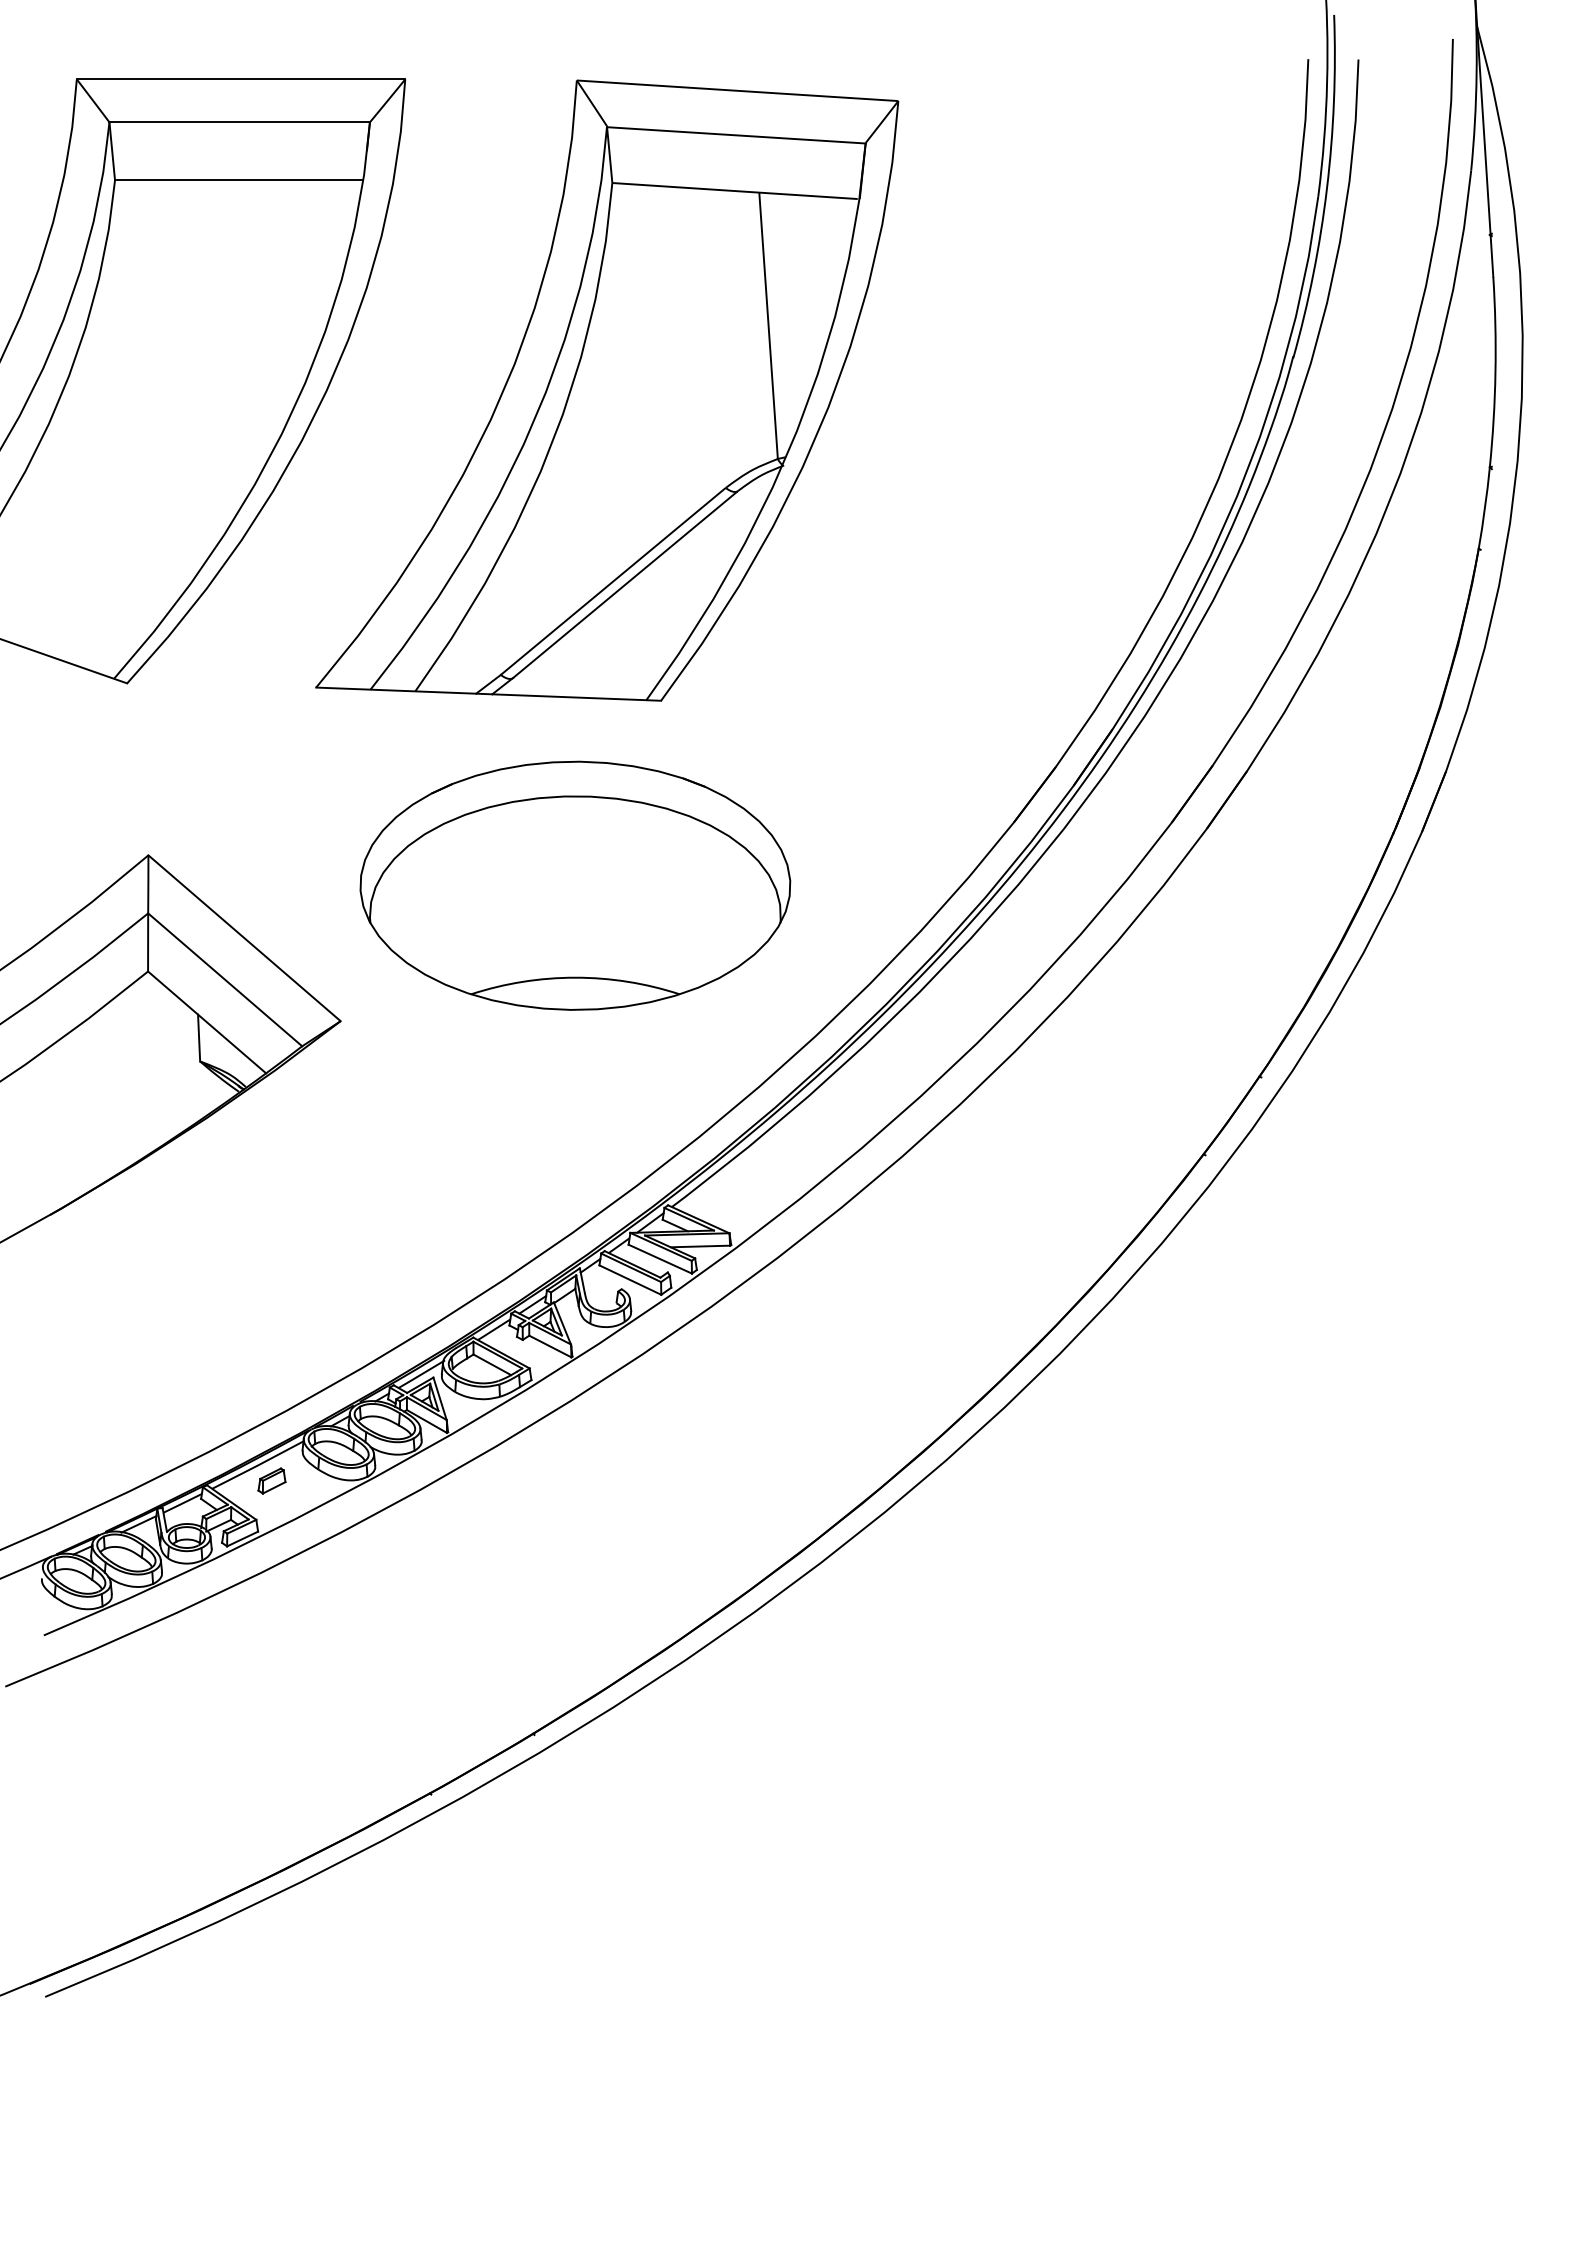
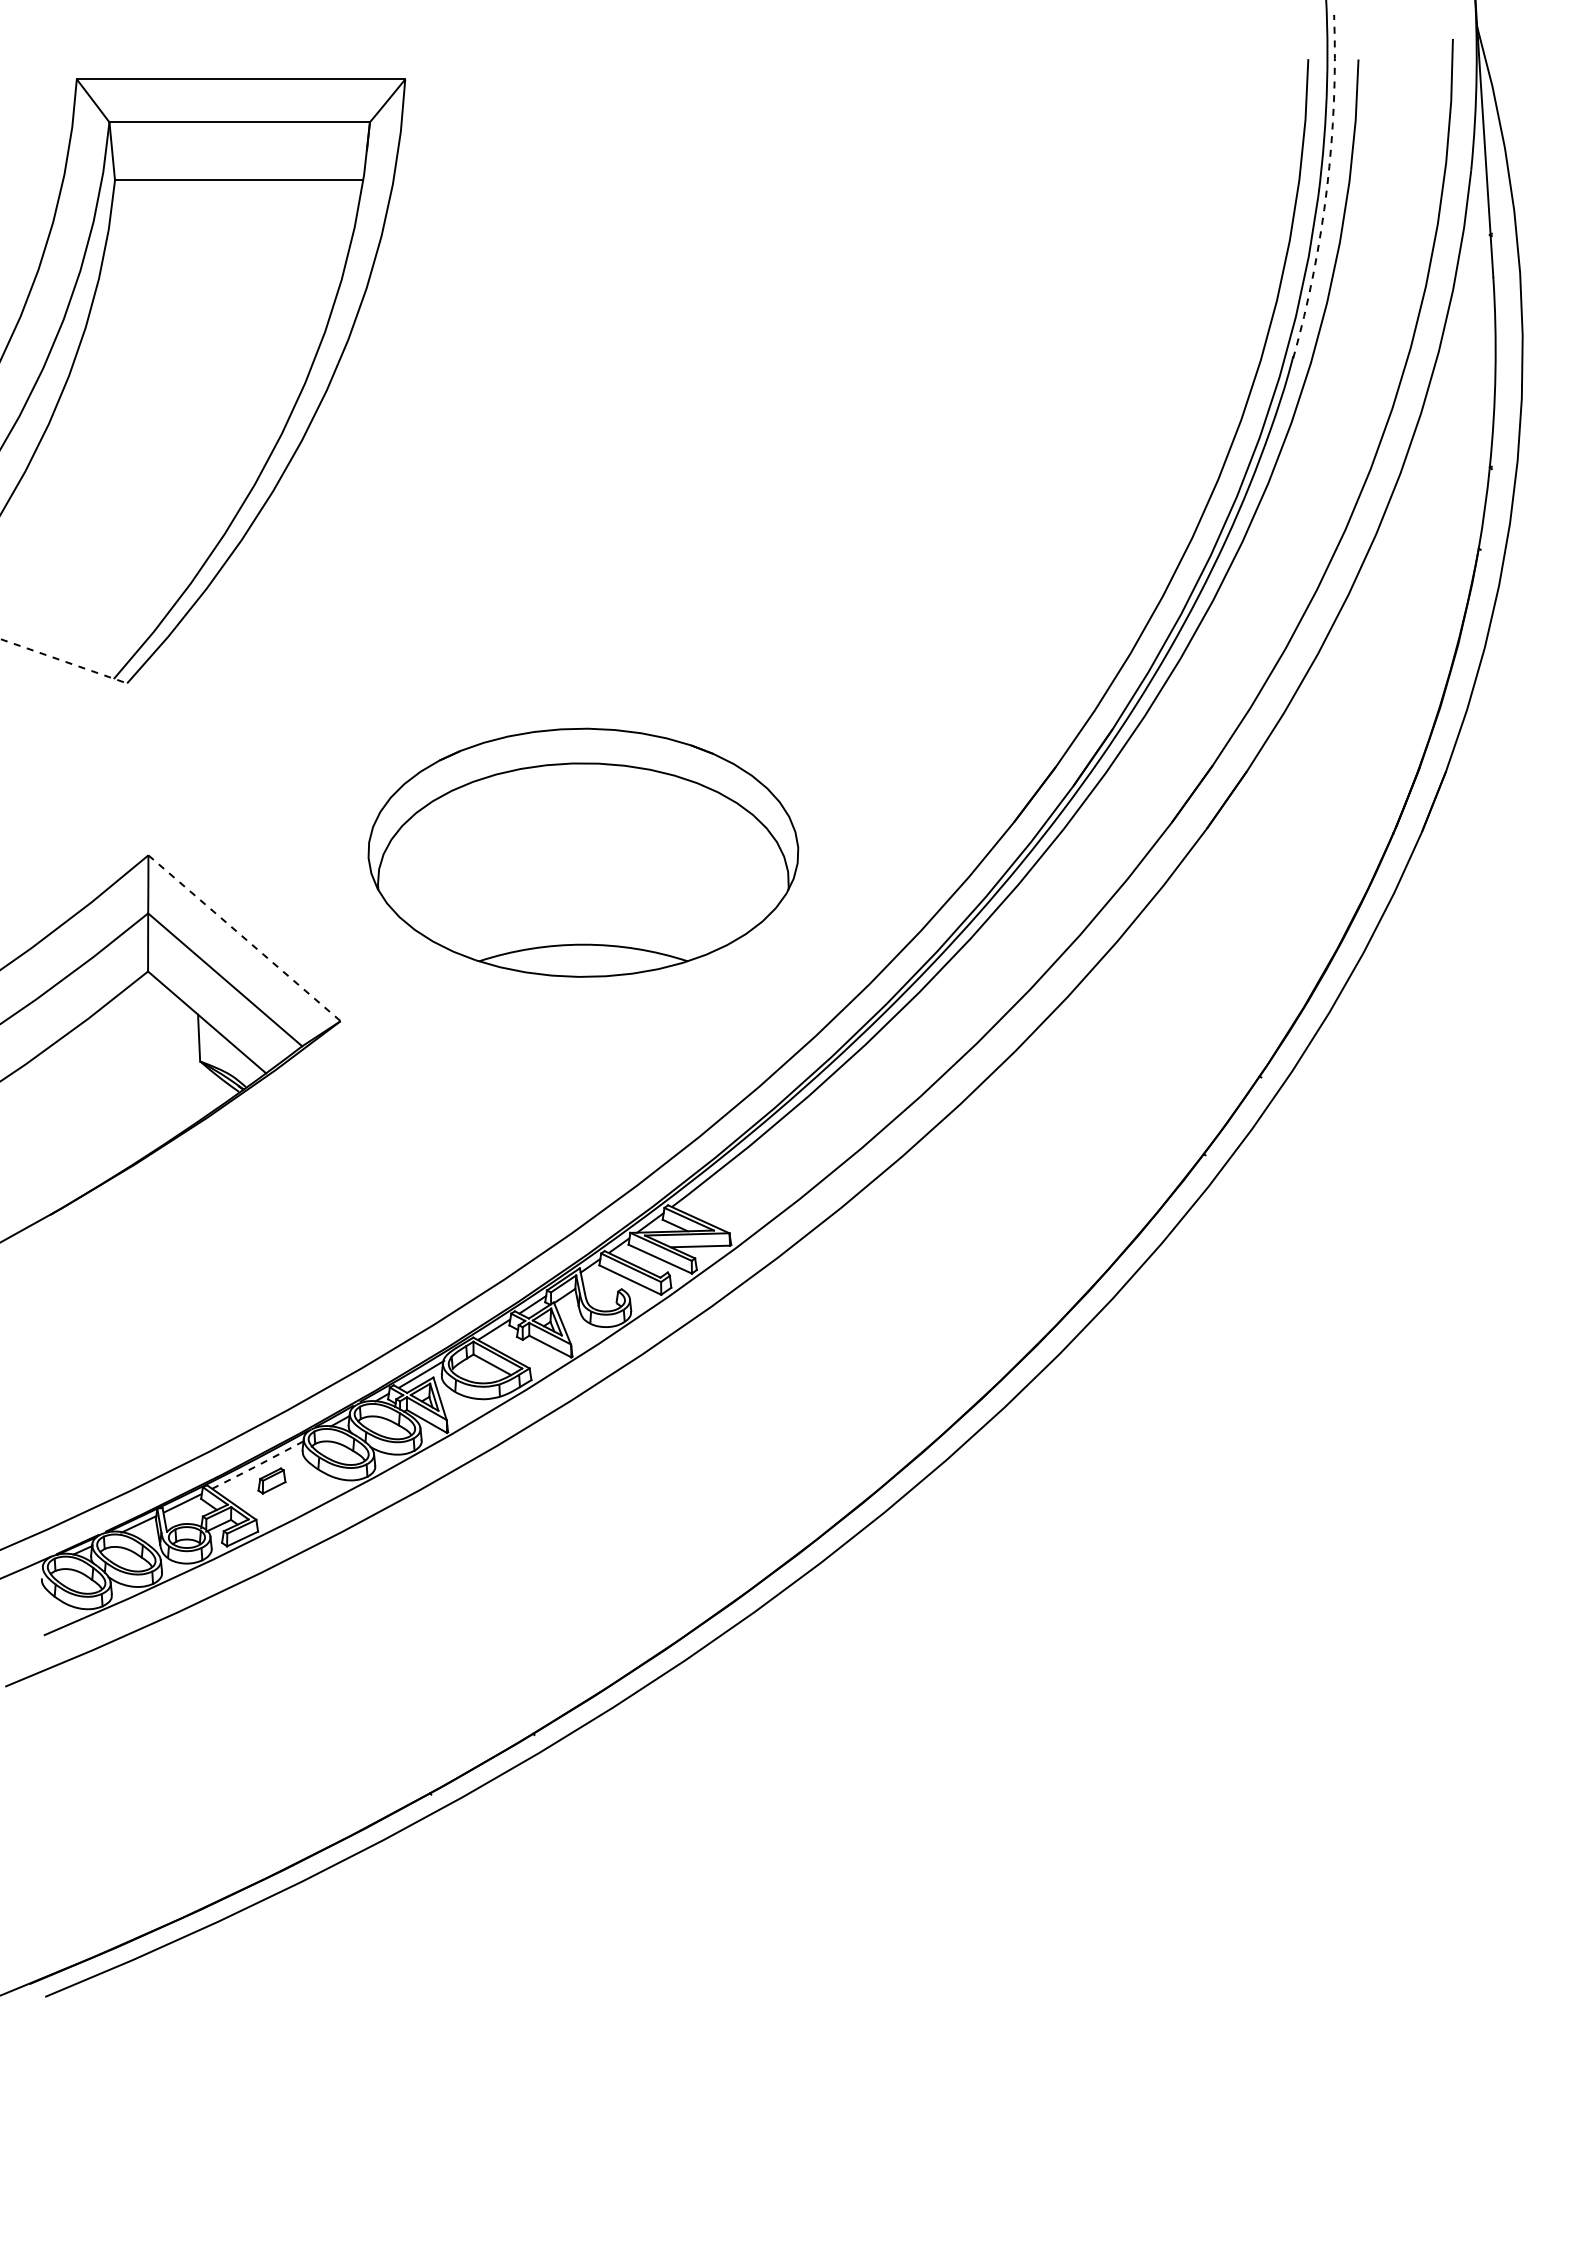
arc at (1327, 188): solid -> dashed
part at (607, 390): present -> none
line at (63, 661): solid -> dashed
part at (575, 885) position: (575, 885) -> (583, 852)
line at (244, 938): solid -> dashed
line at (258, 1465): solid -> dashed
